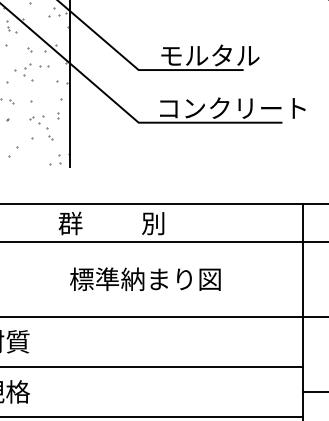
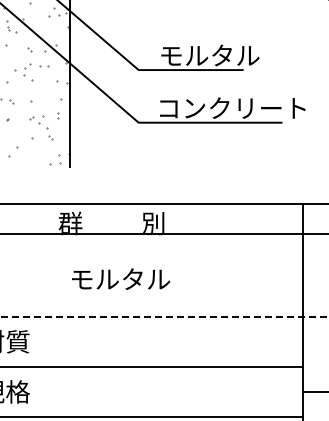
line at (163, 242) position: (163, 242) -> (163, 234)
text at (145, 279): 標準納まり図 -> モルタル
line at (164, 317): solid -> dashed
